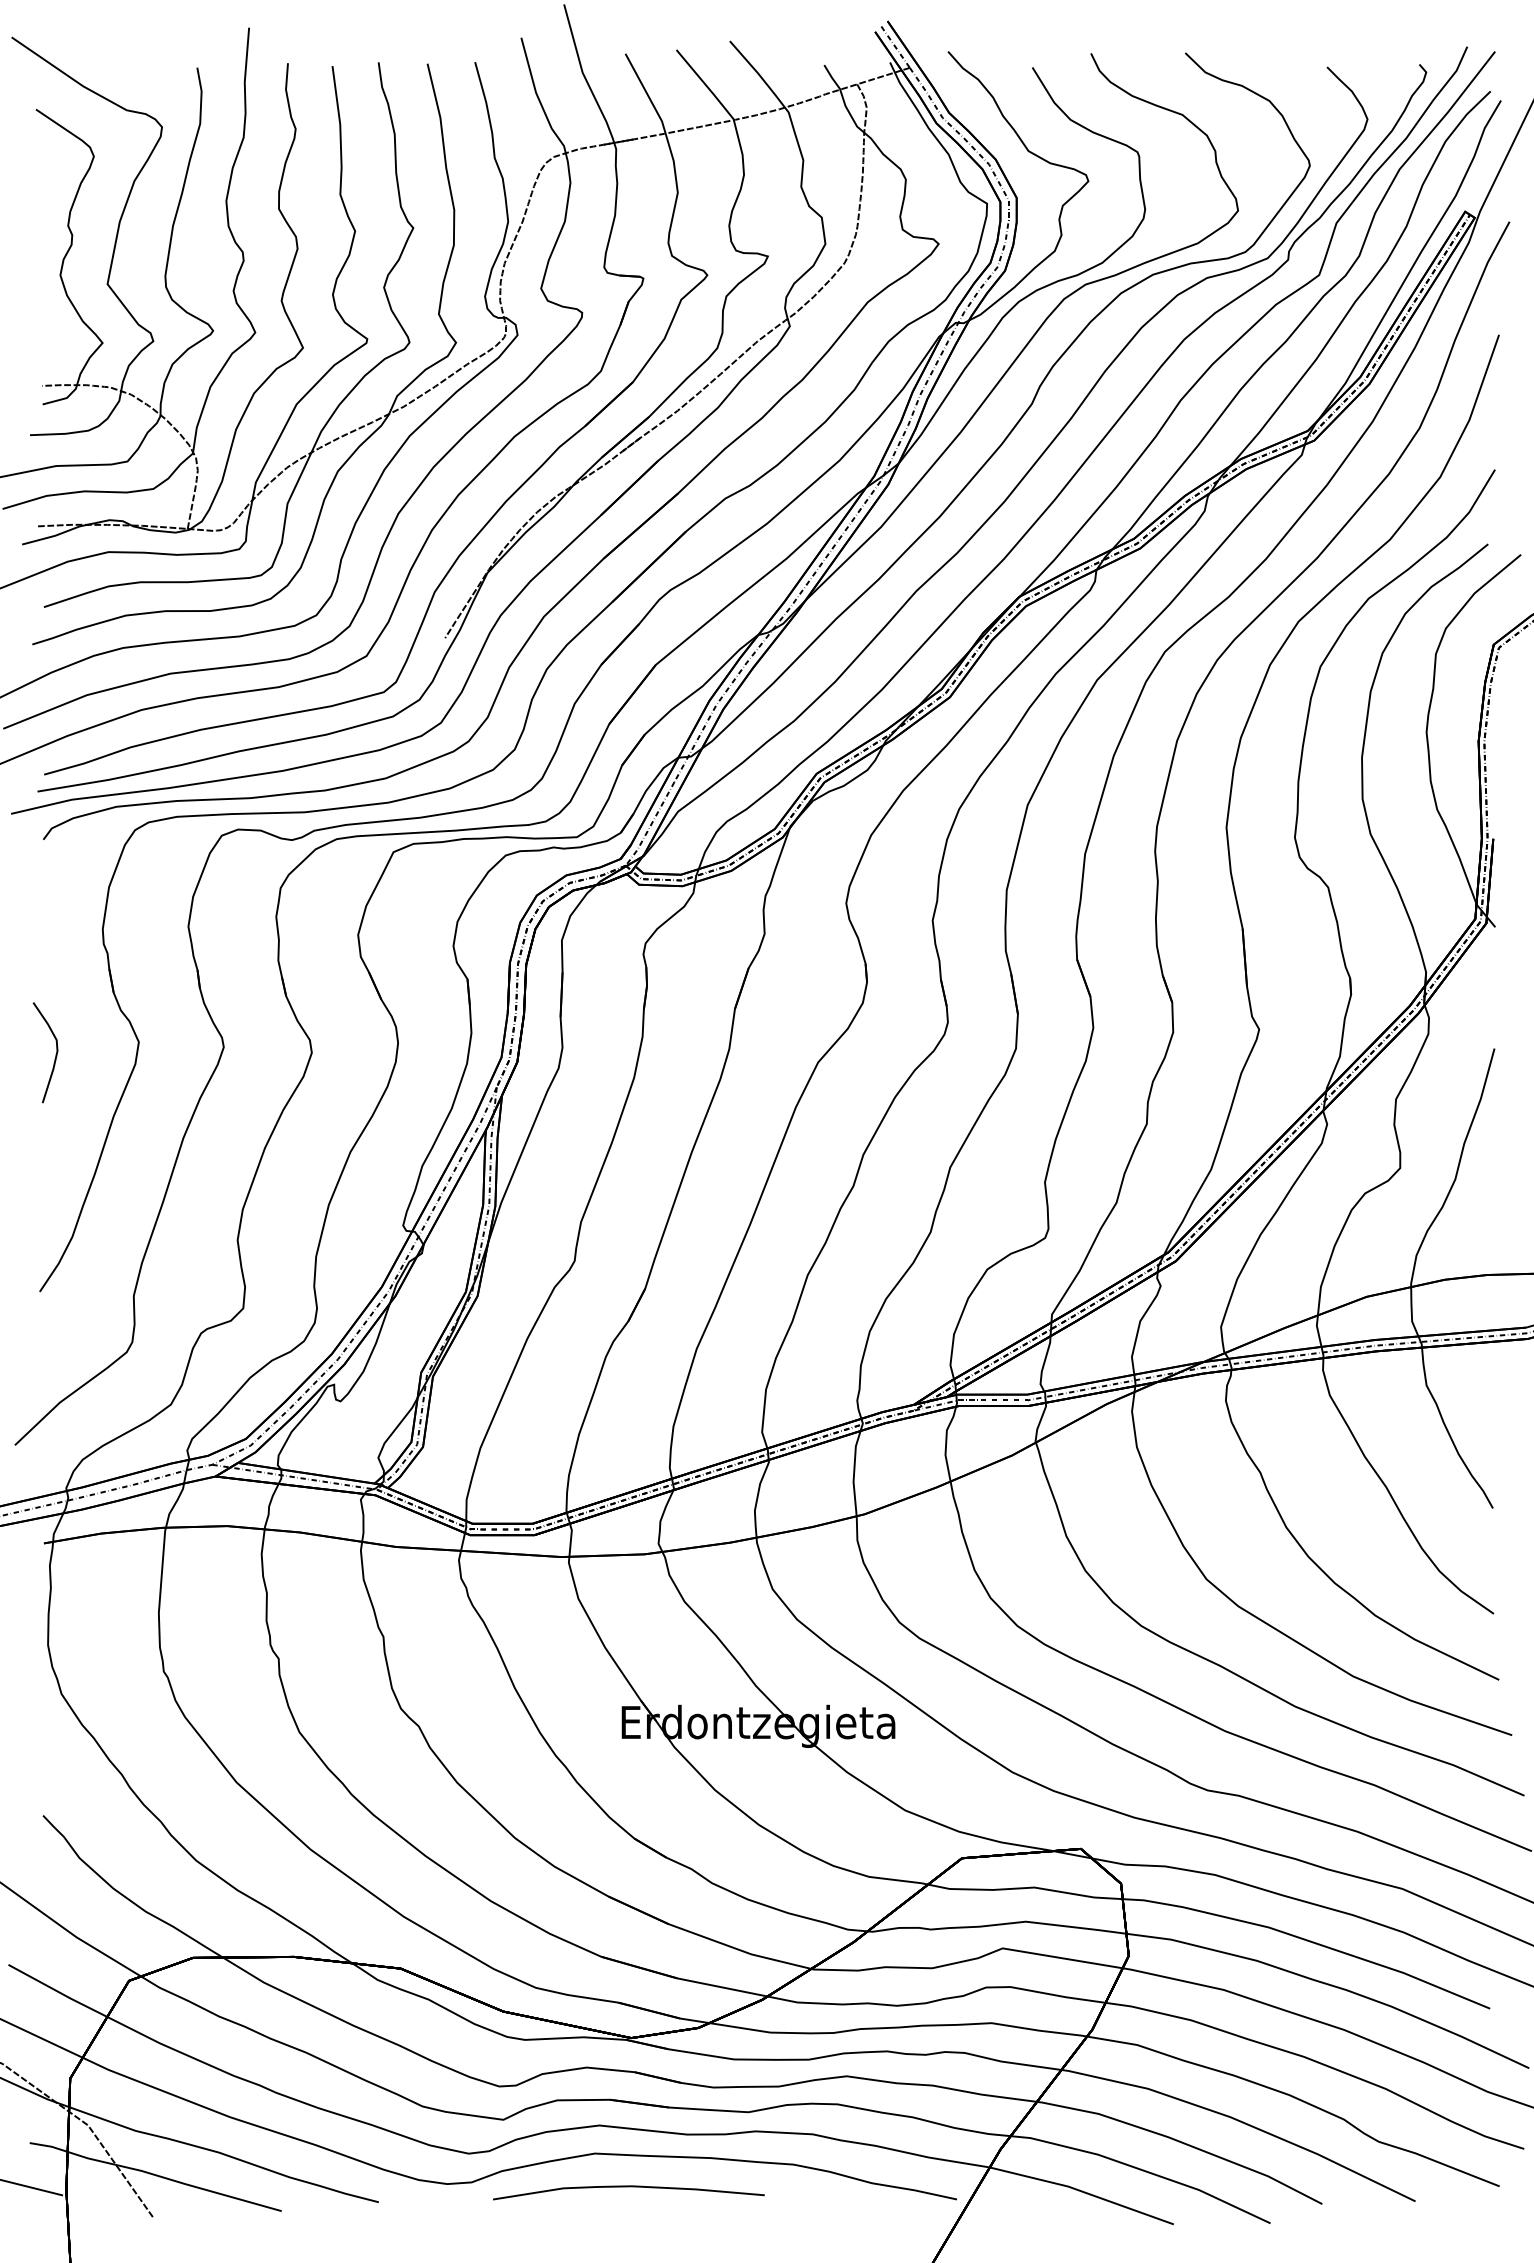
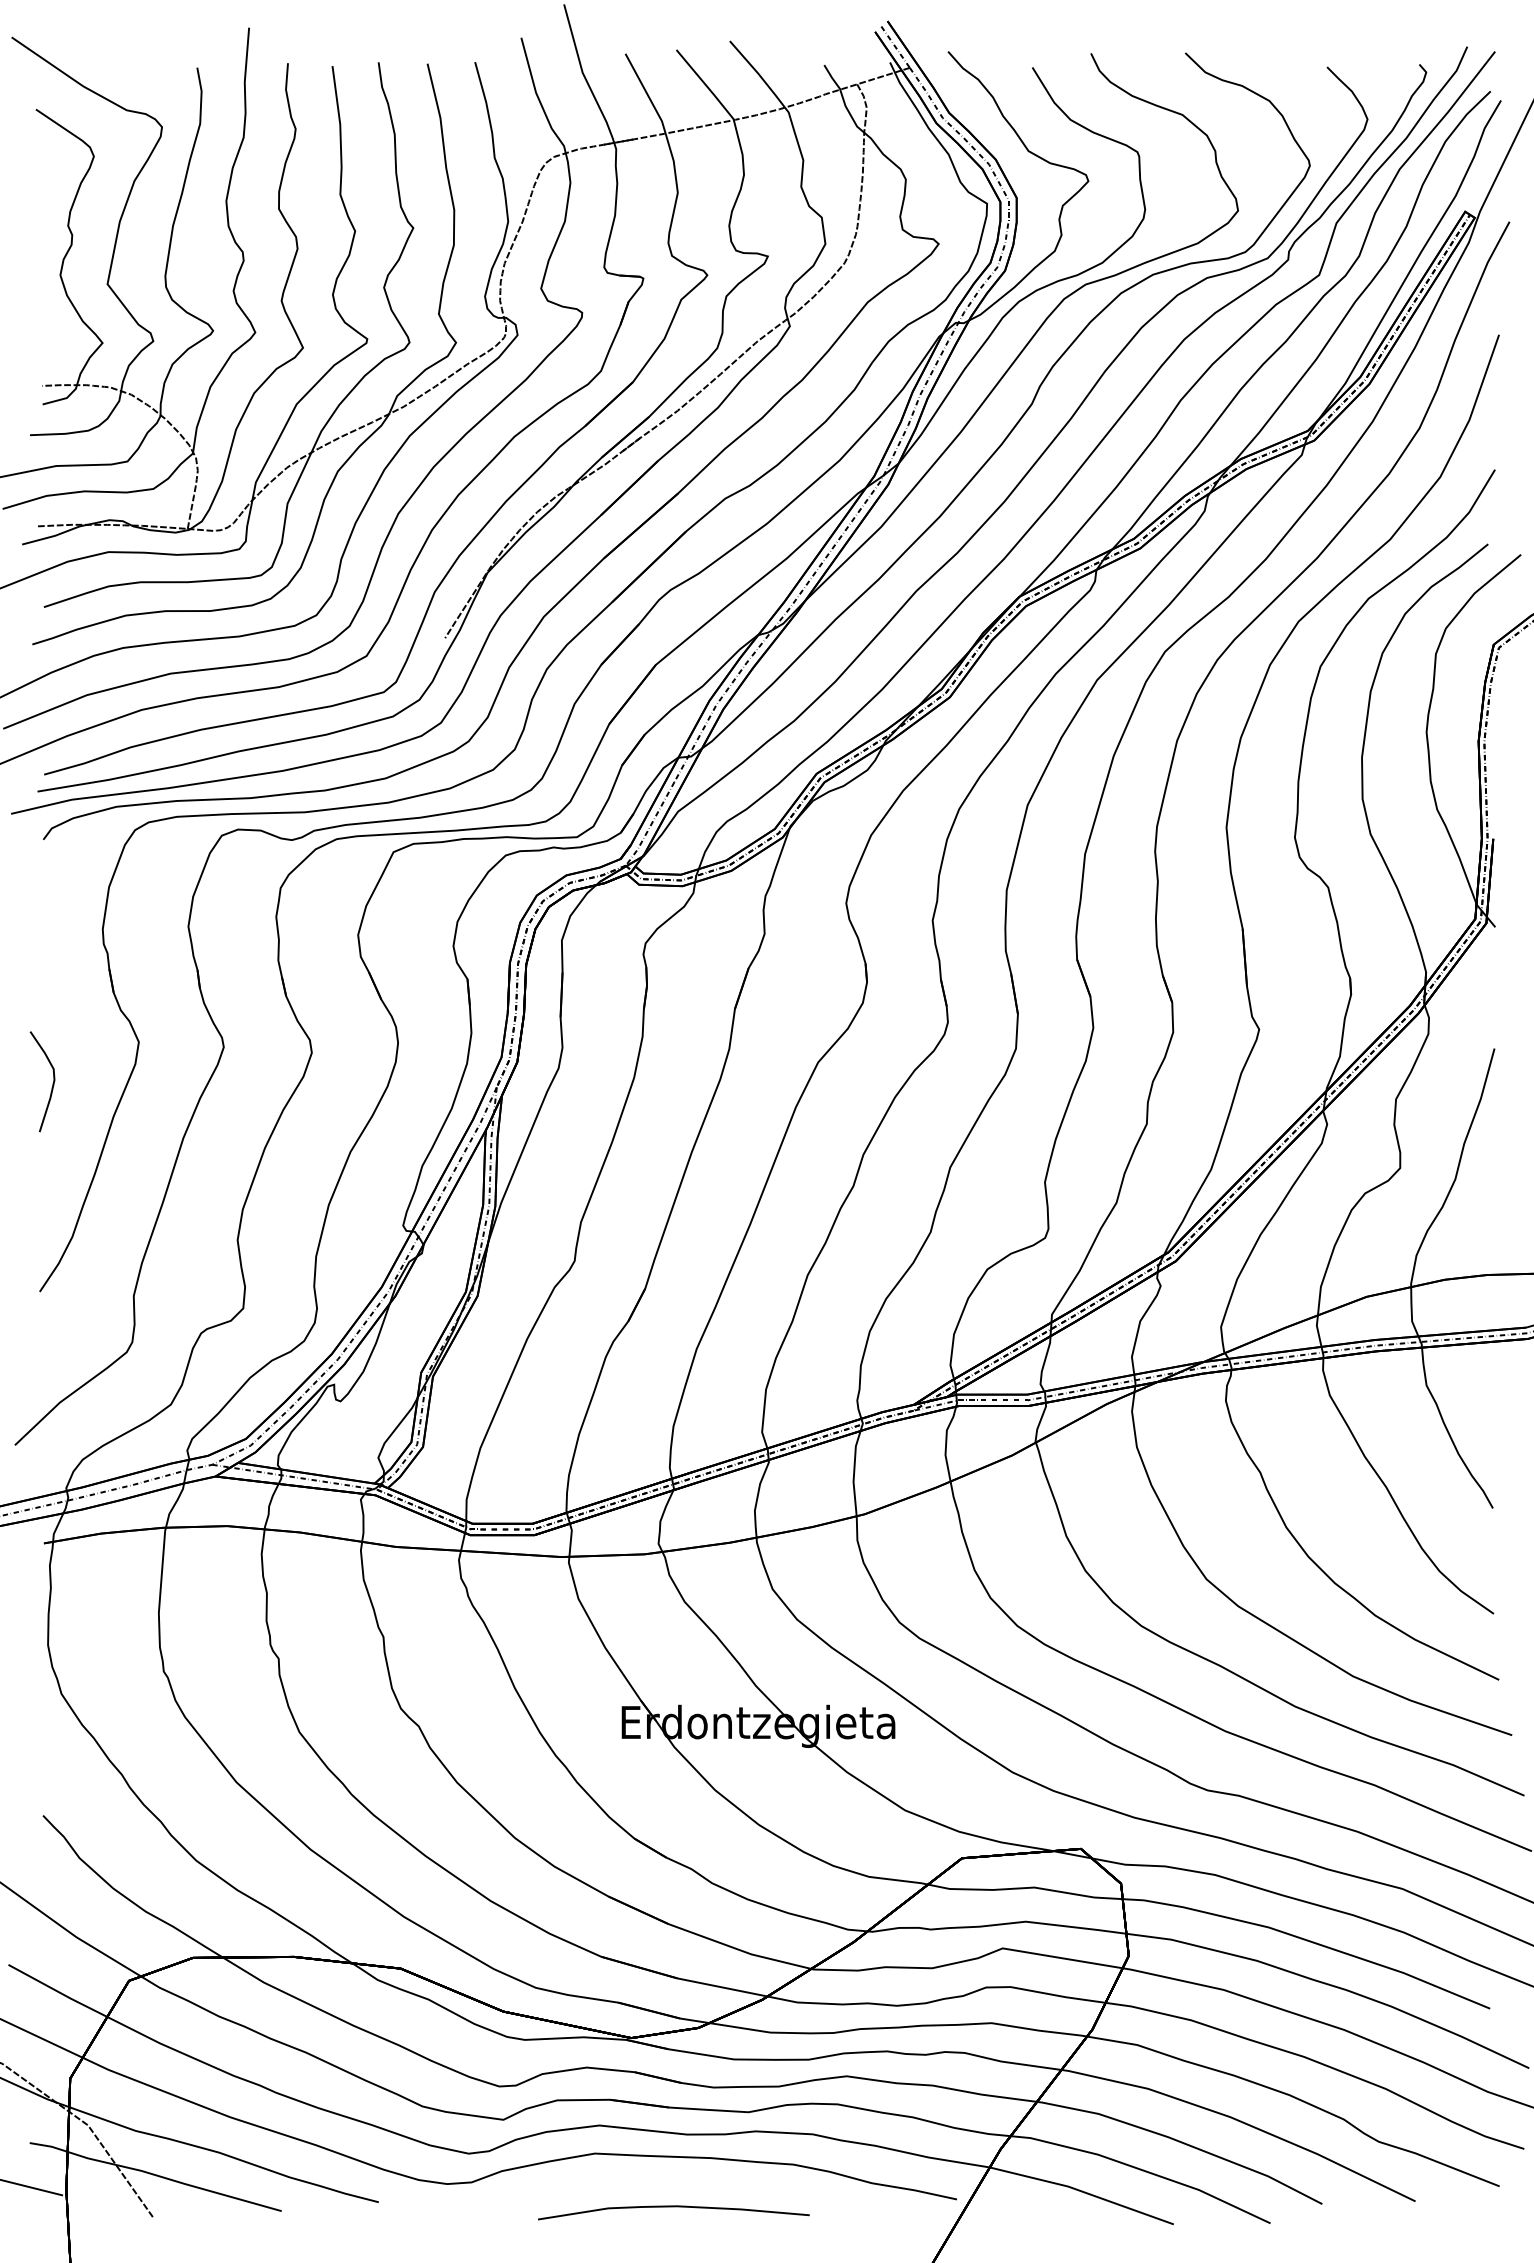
curve at (55, 1054) position: (55, 1054) -> (52, 1083)
curve at (628, 2187) position: (628, 2187) -> (673, 2207)
